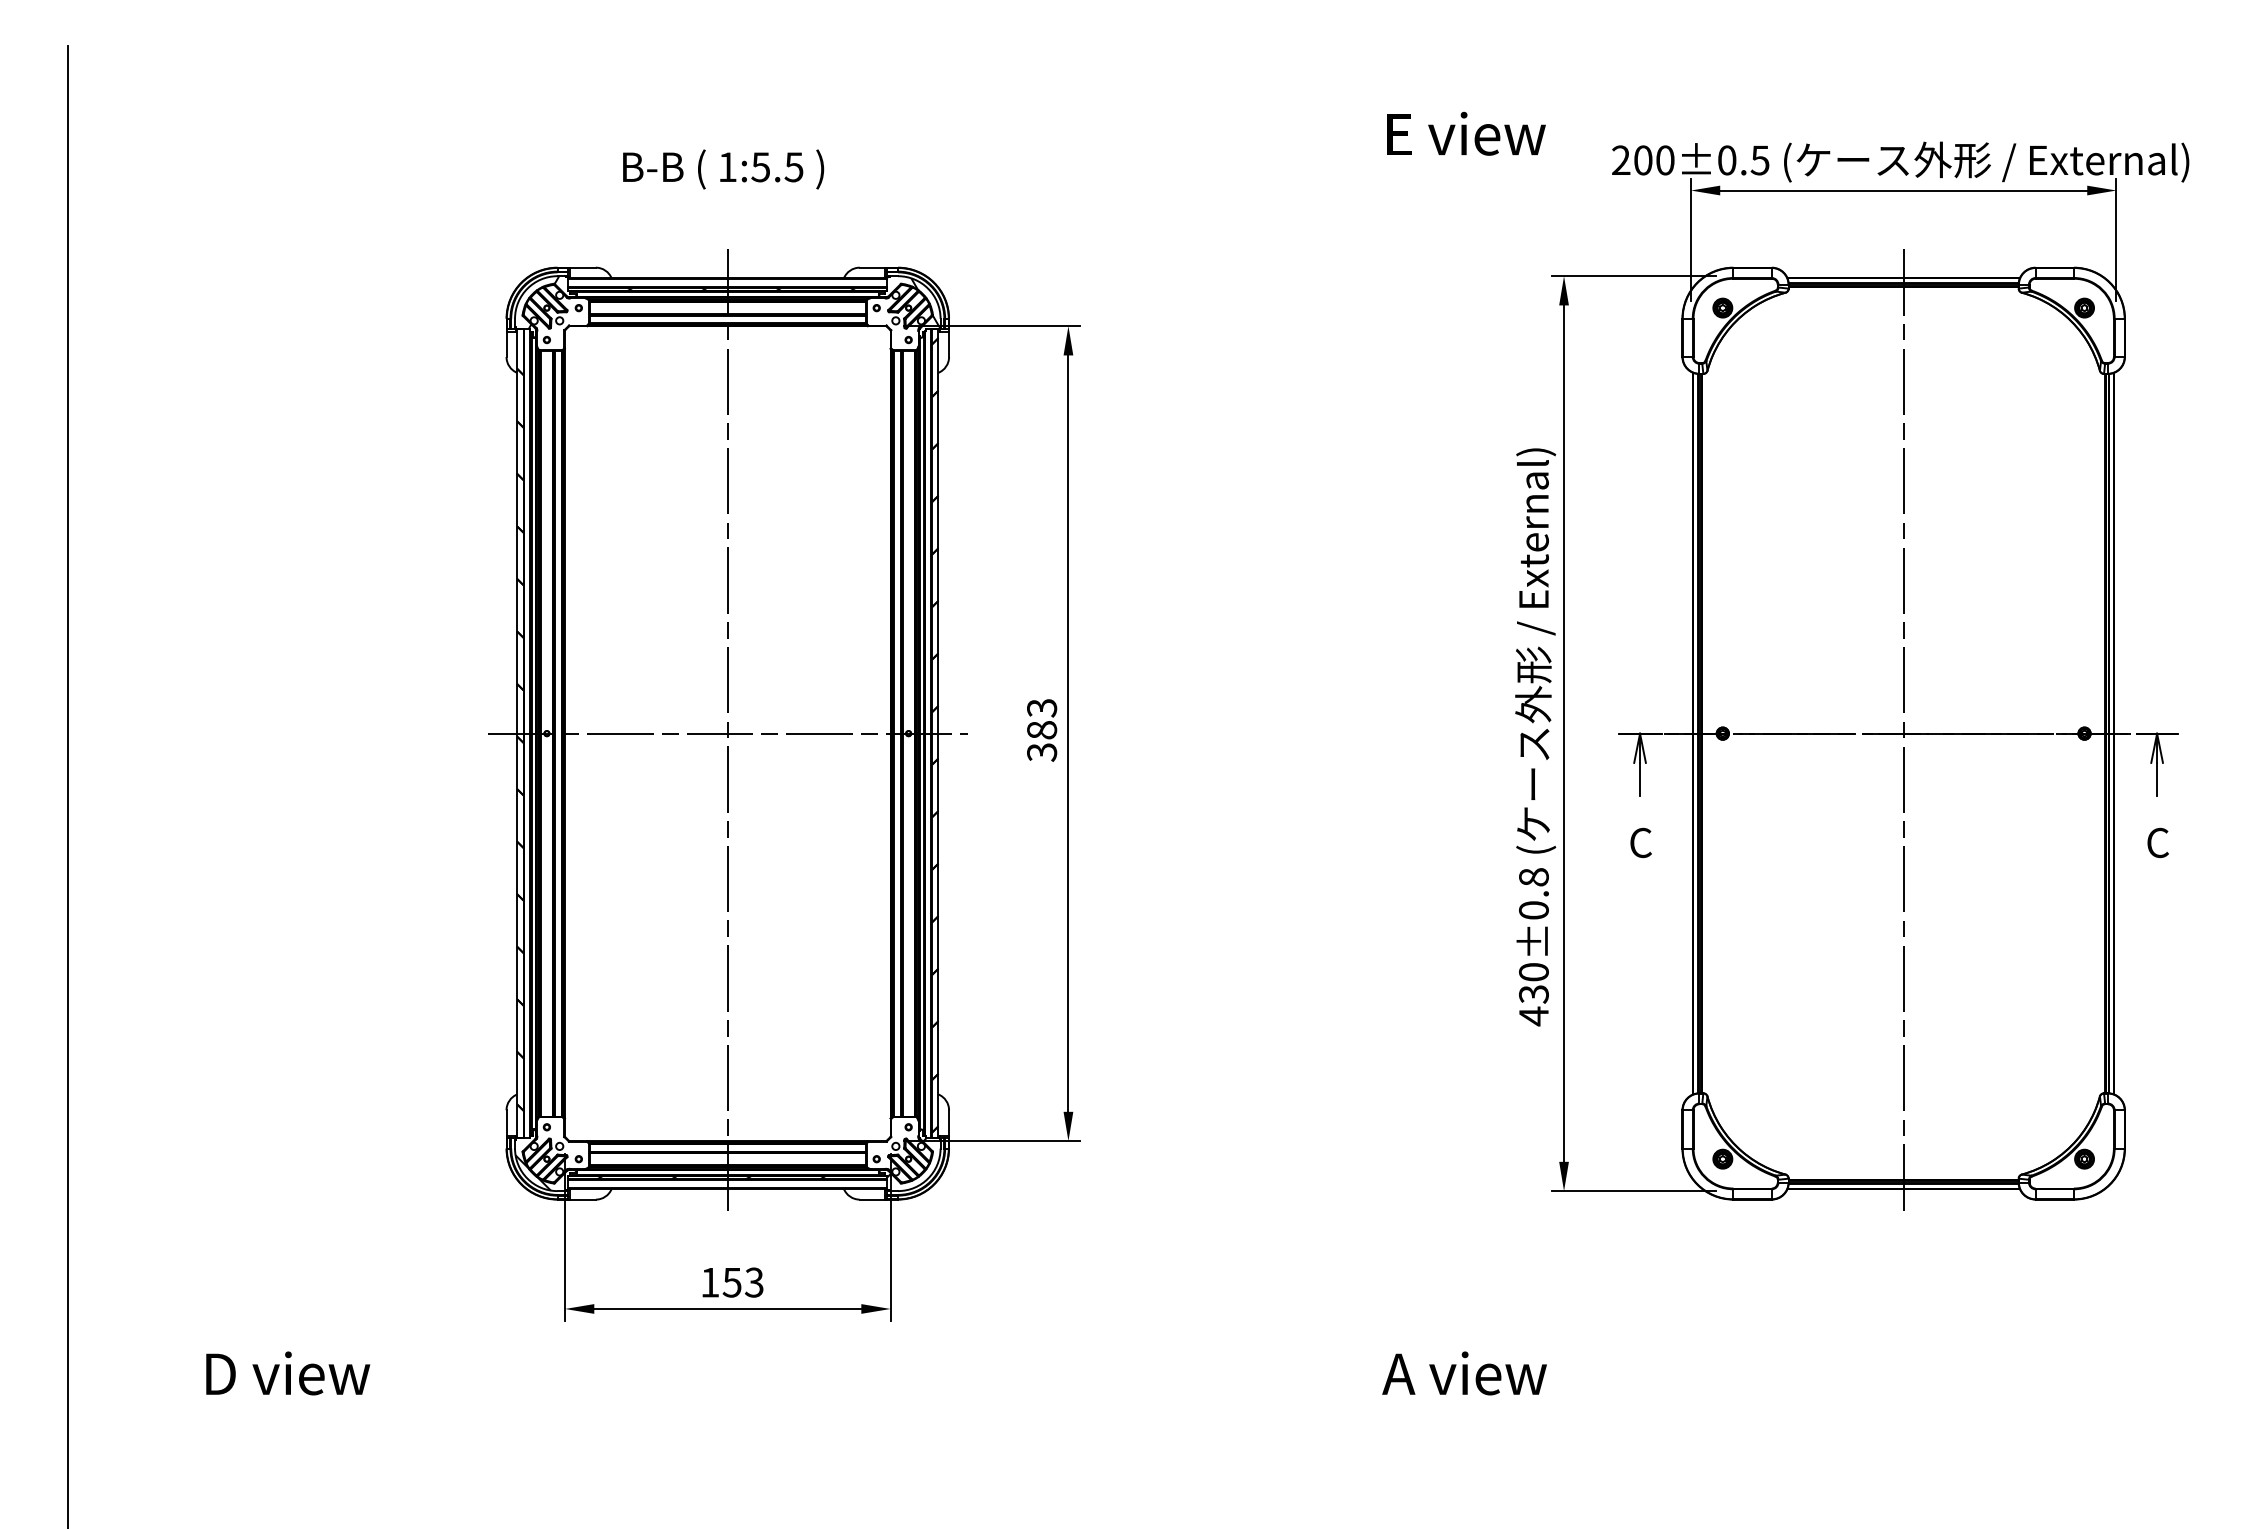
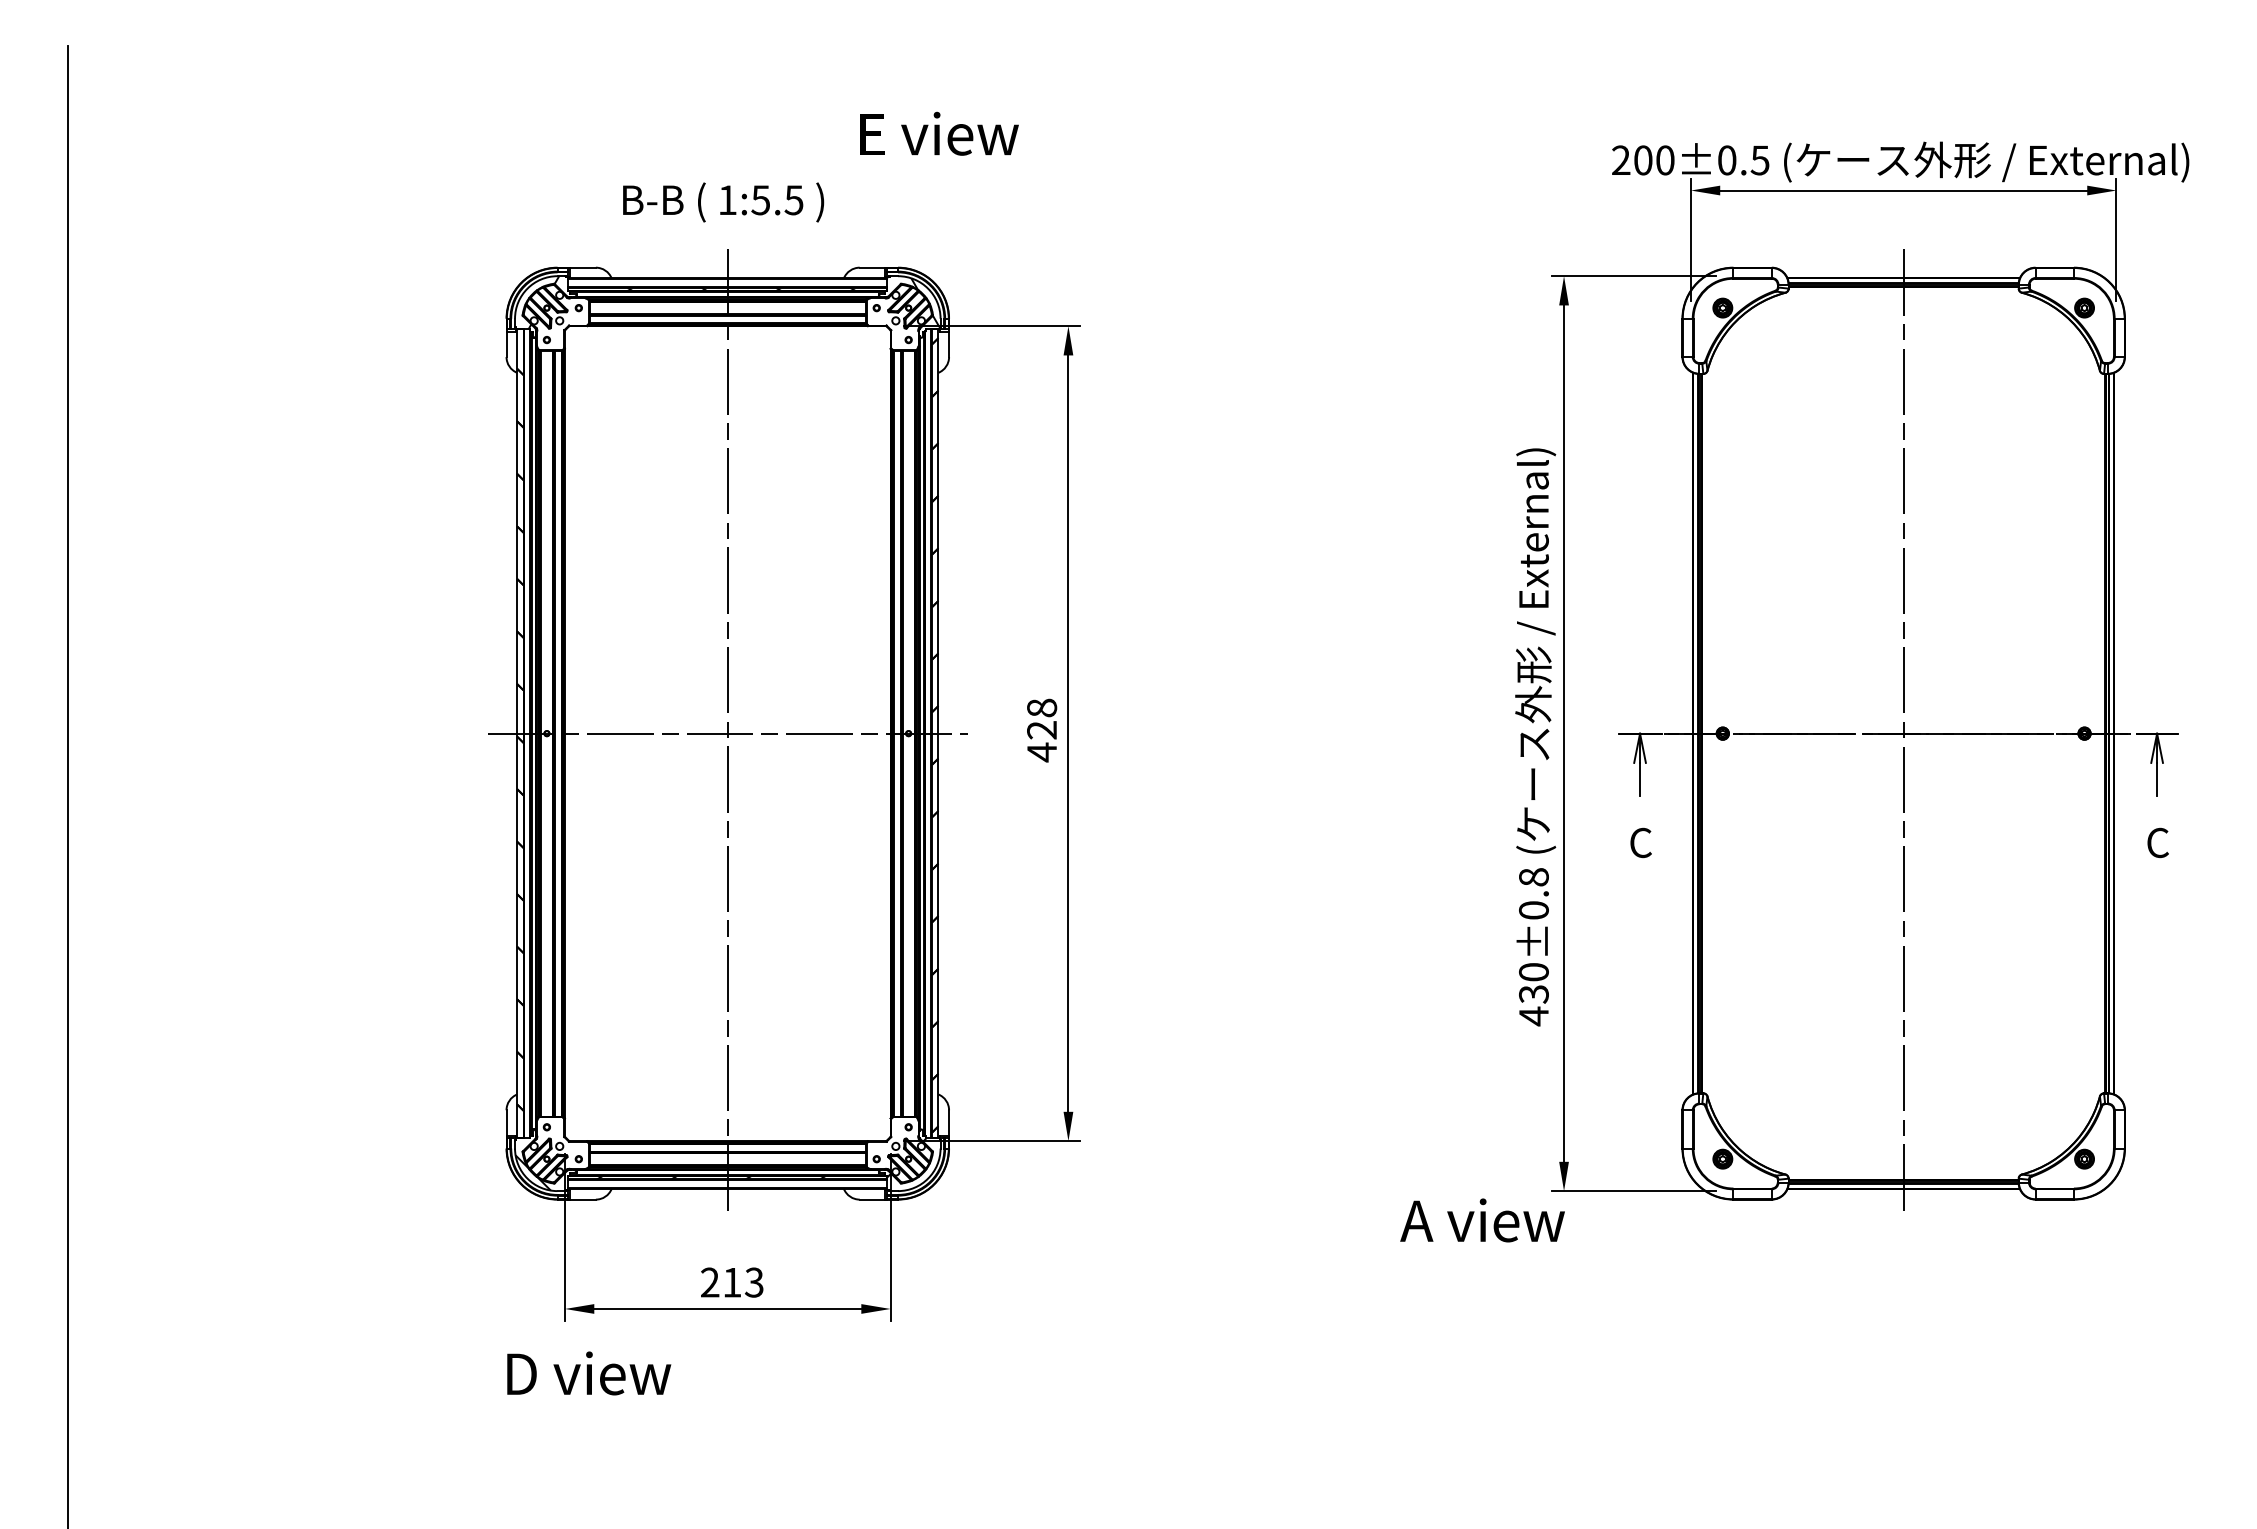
text at (1466, 133) position: (1466, 133) -> (939, 133)
text at (723, 169) position: (723, 169) -> (723, 202)
text at (1042, 730): 383 -> 428
text at (721, 1282): 153 -> 213
text at (288, 1373) position: (288, 1373) -> (589, 1373)
text at (1464, 1373) position: (1464, 1373) -> (1482, 1220)
